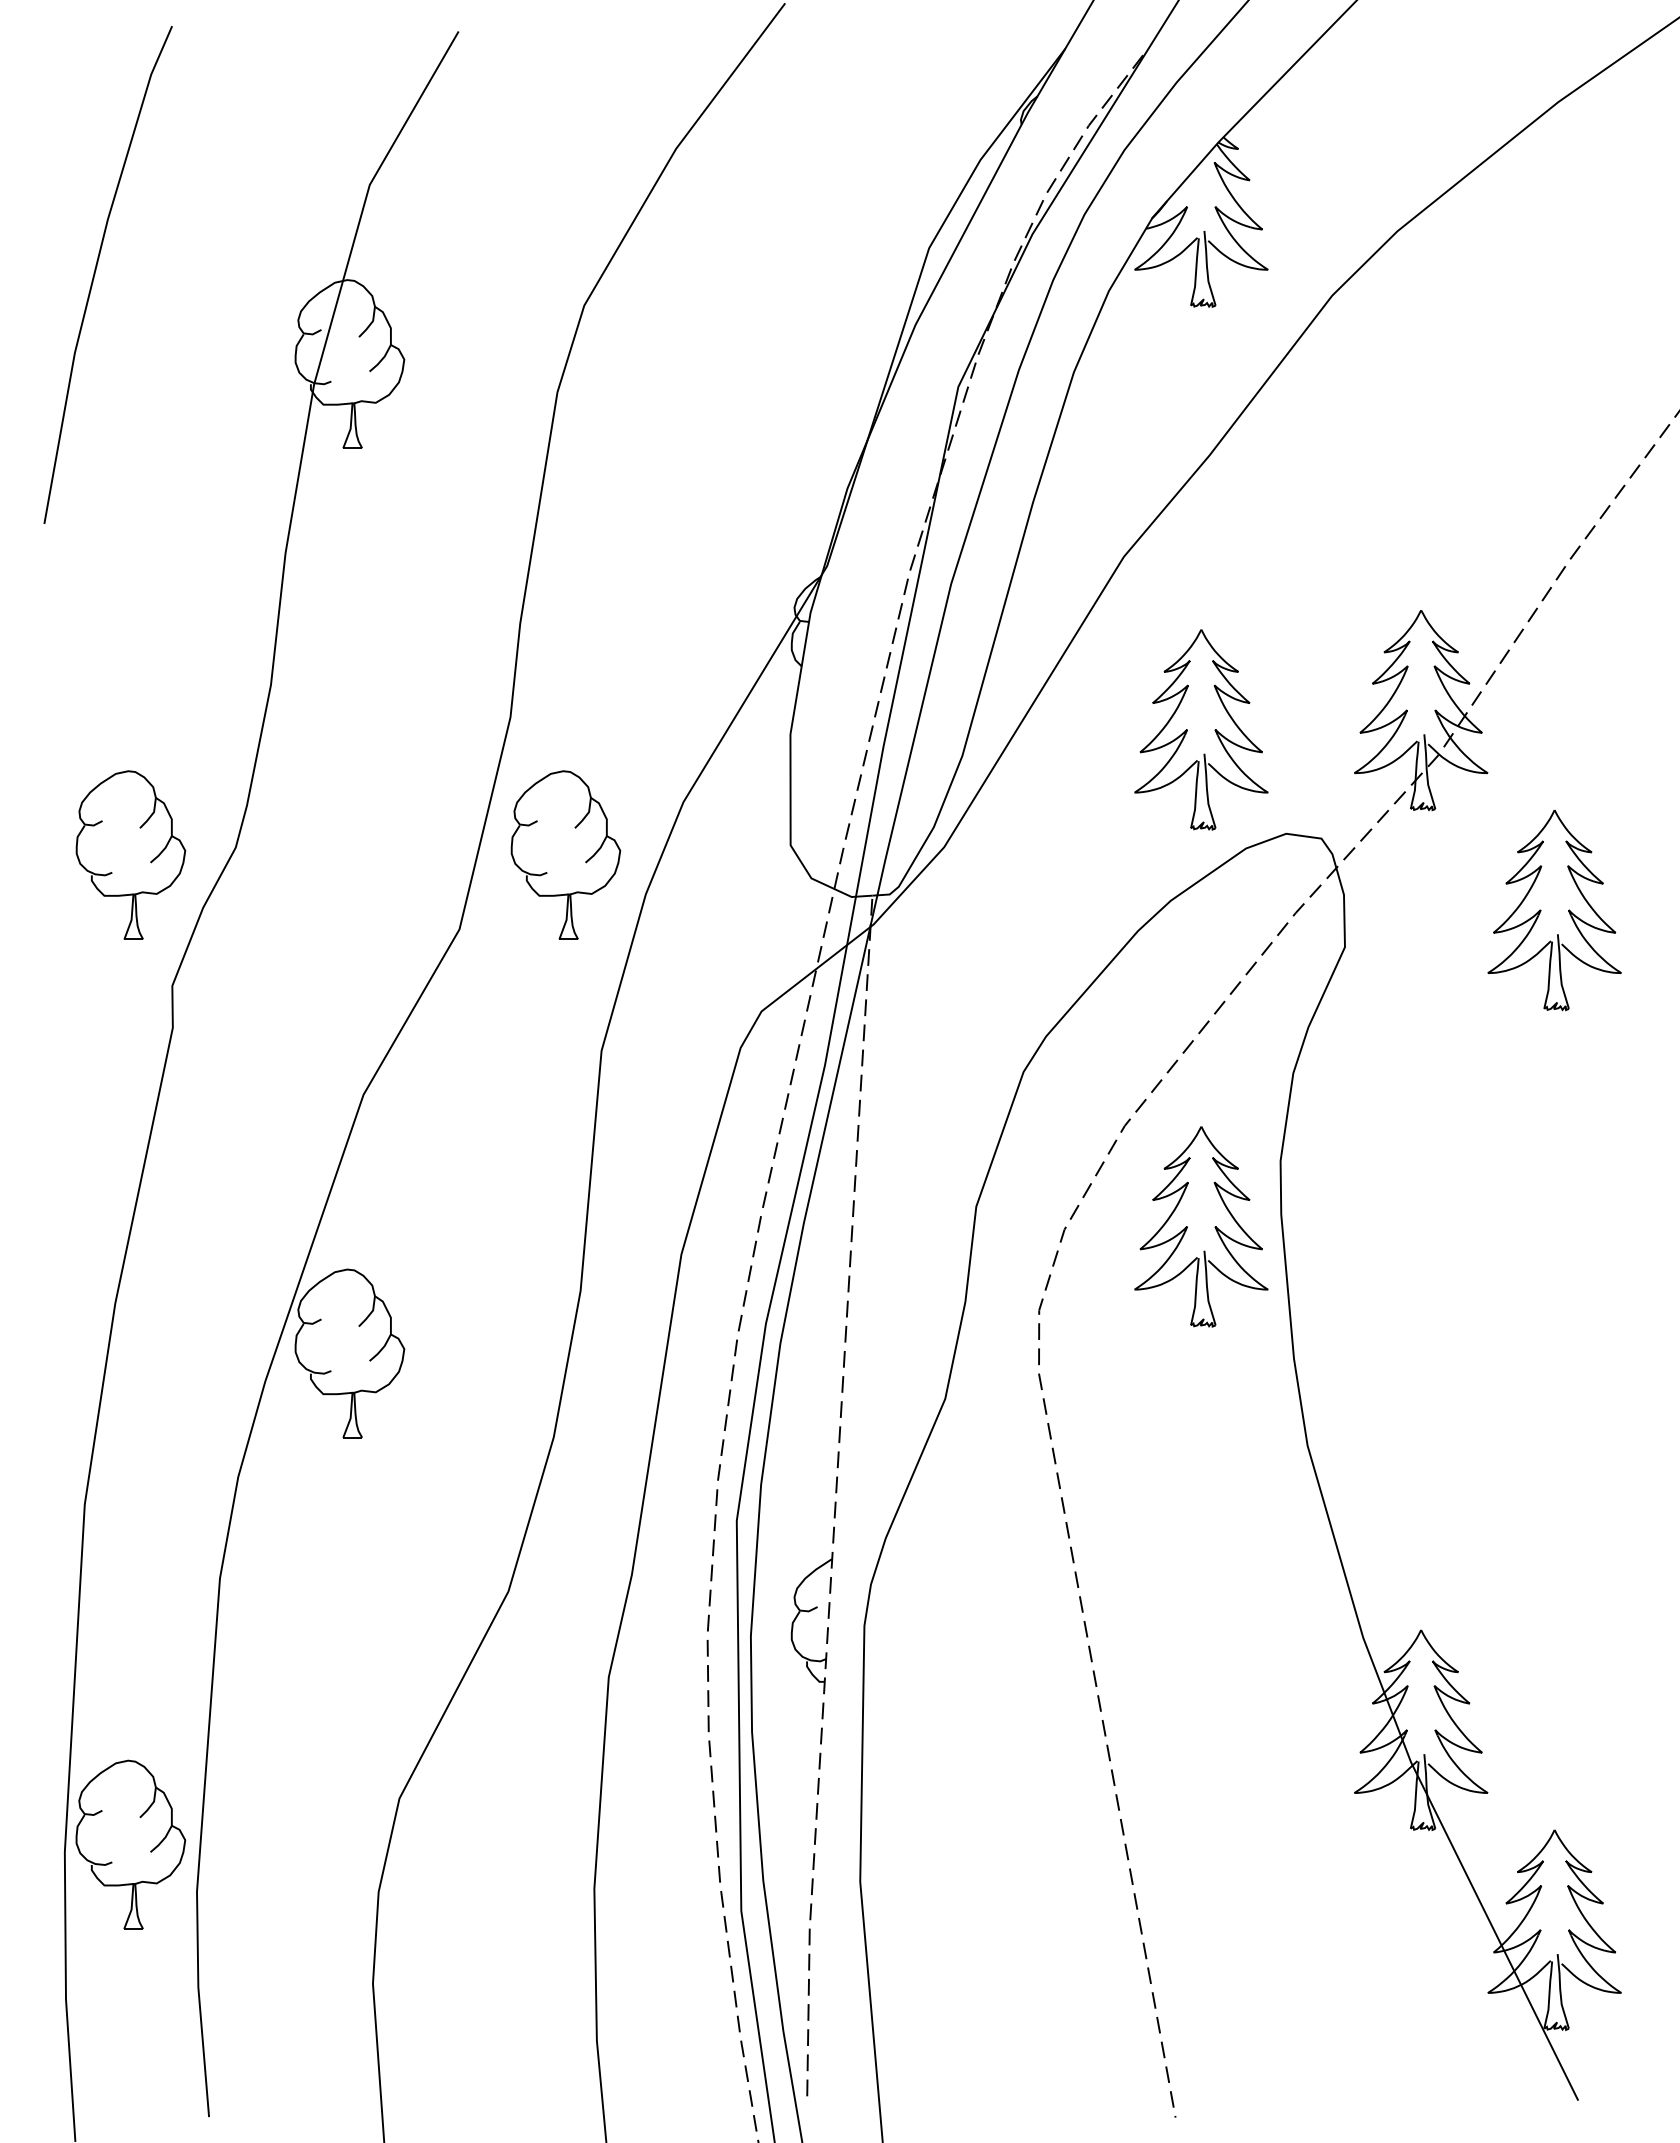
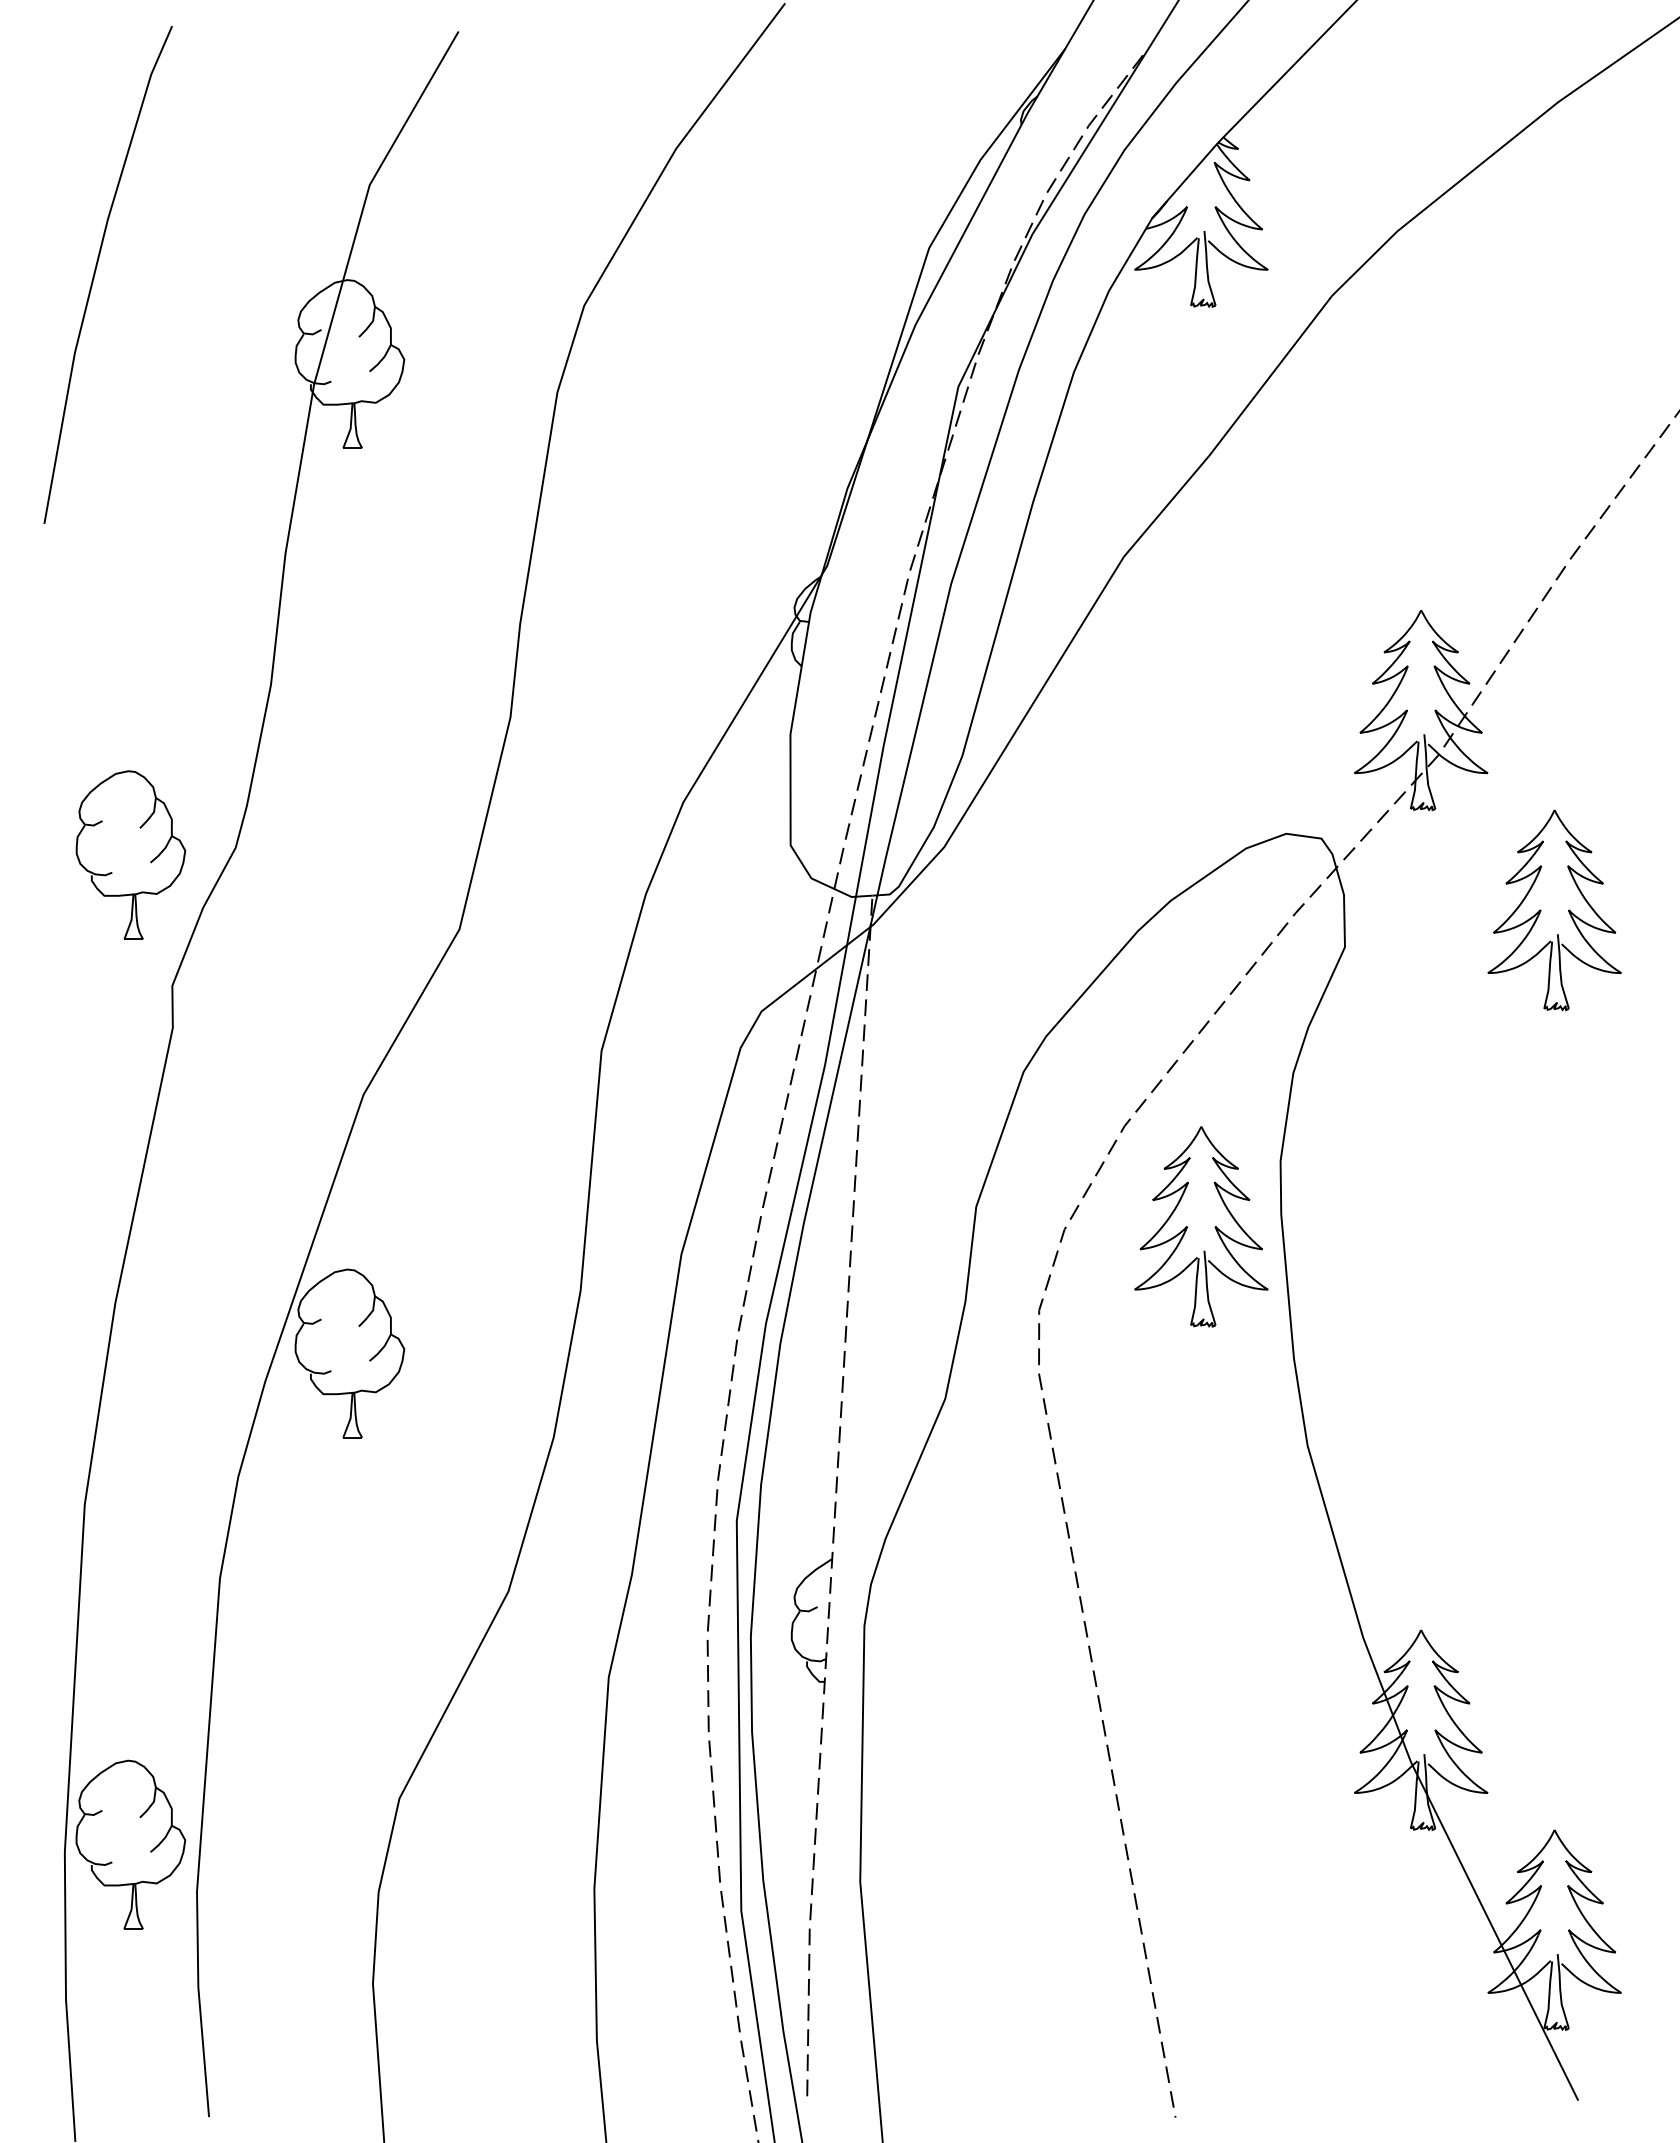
part at (1214, 730): present -> none
part at (565, 854): present -> none
